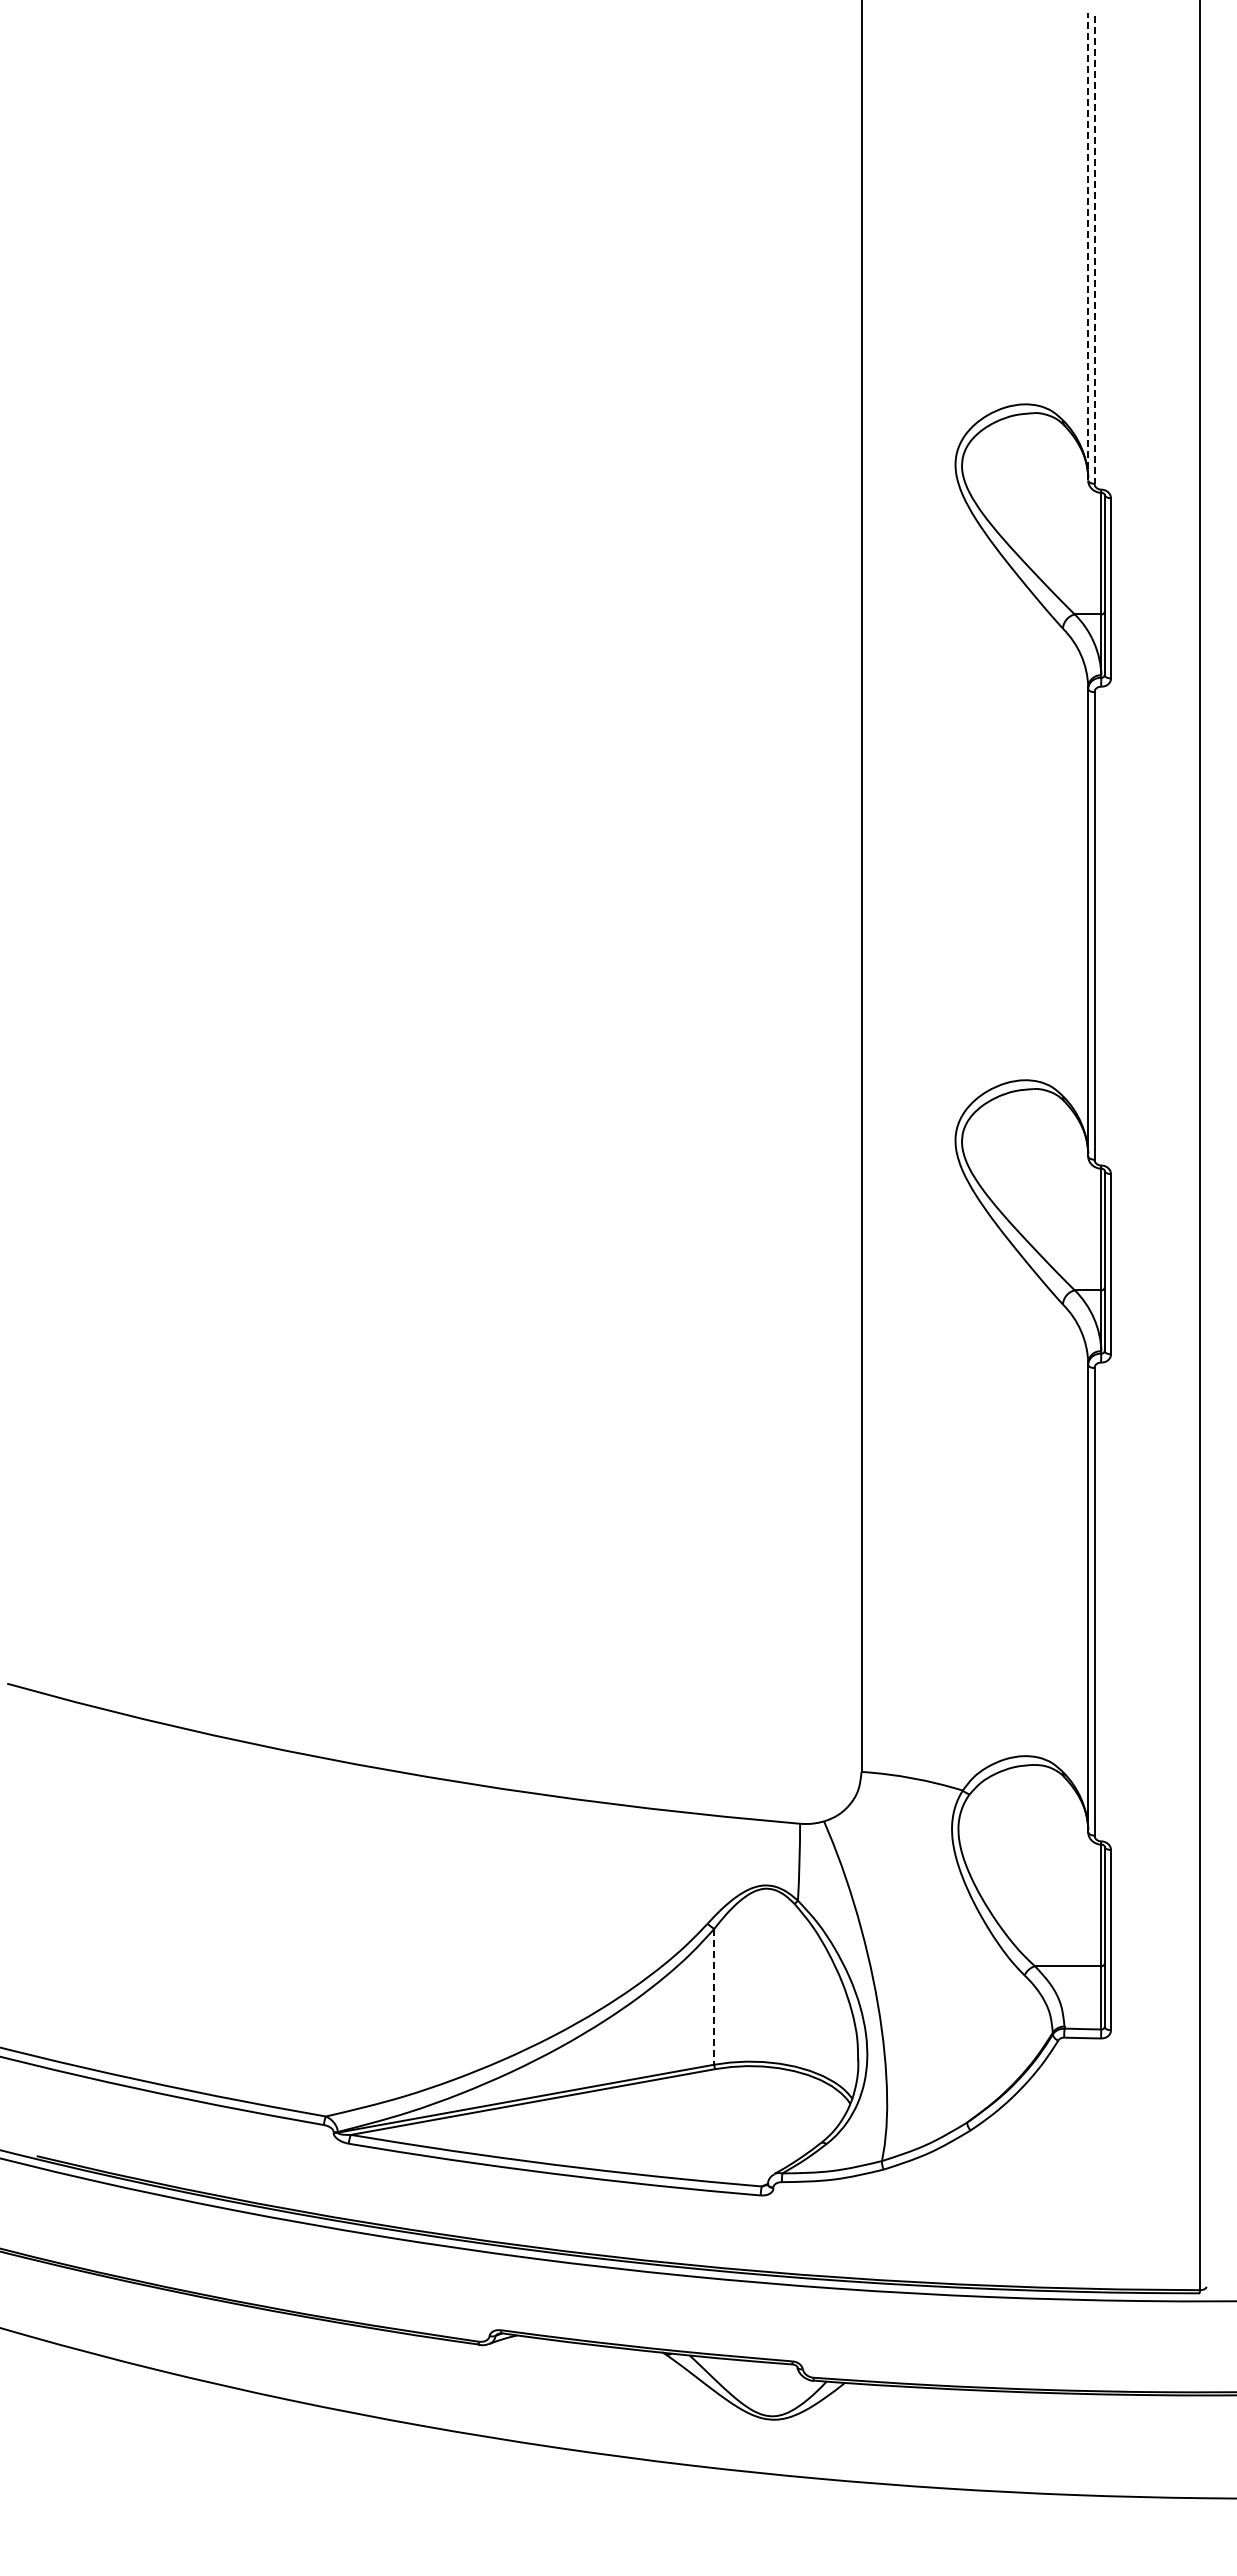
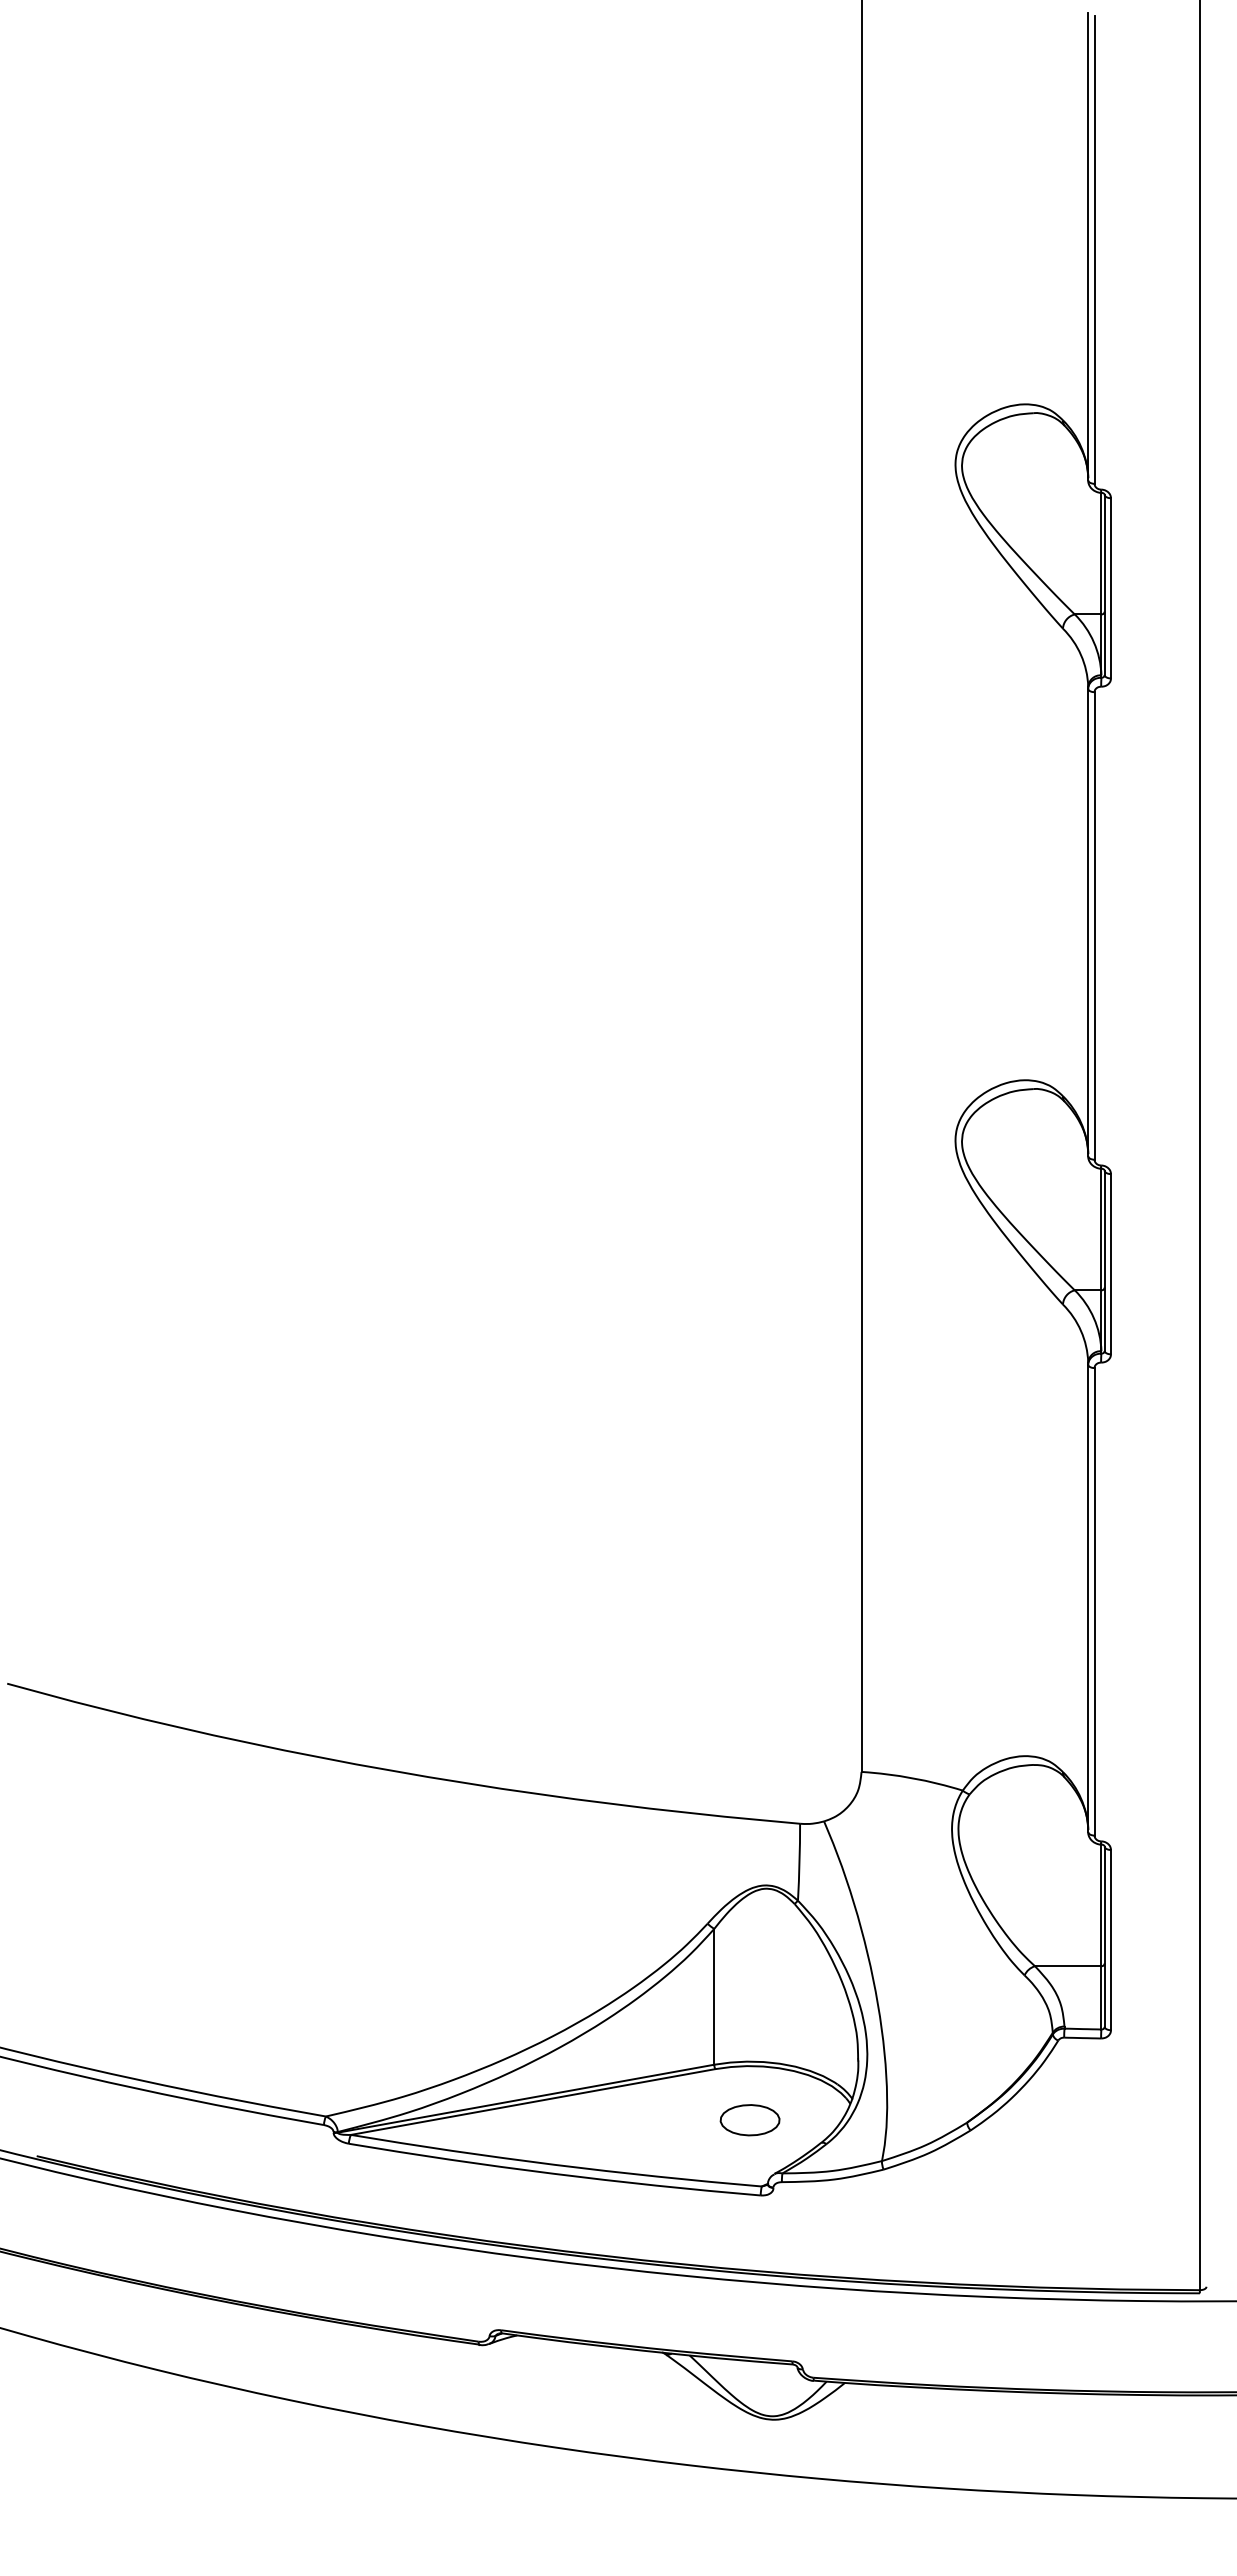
line at (1088, 246): dashed -> solid
line at (1094, 250): dashed -> solid
line at (714, 1996): dashed -> solid
part at (749, 2120): none -> present
